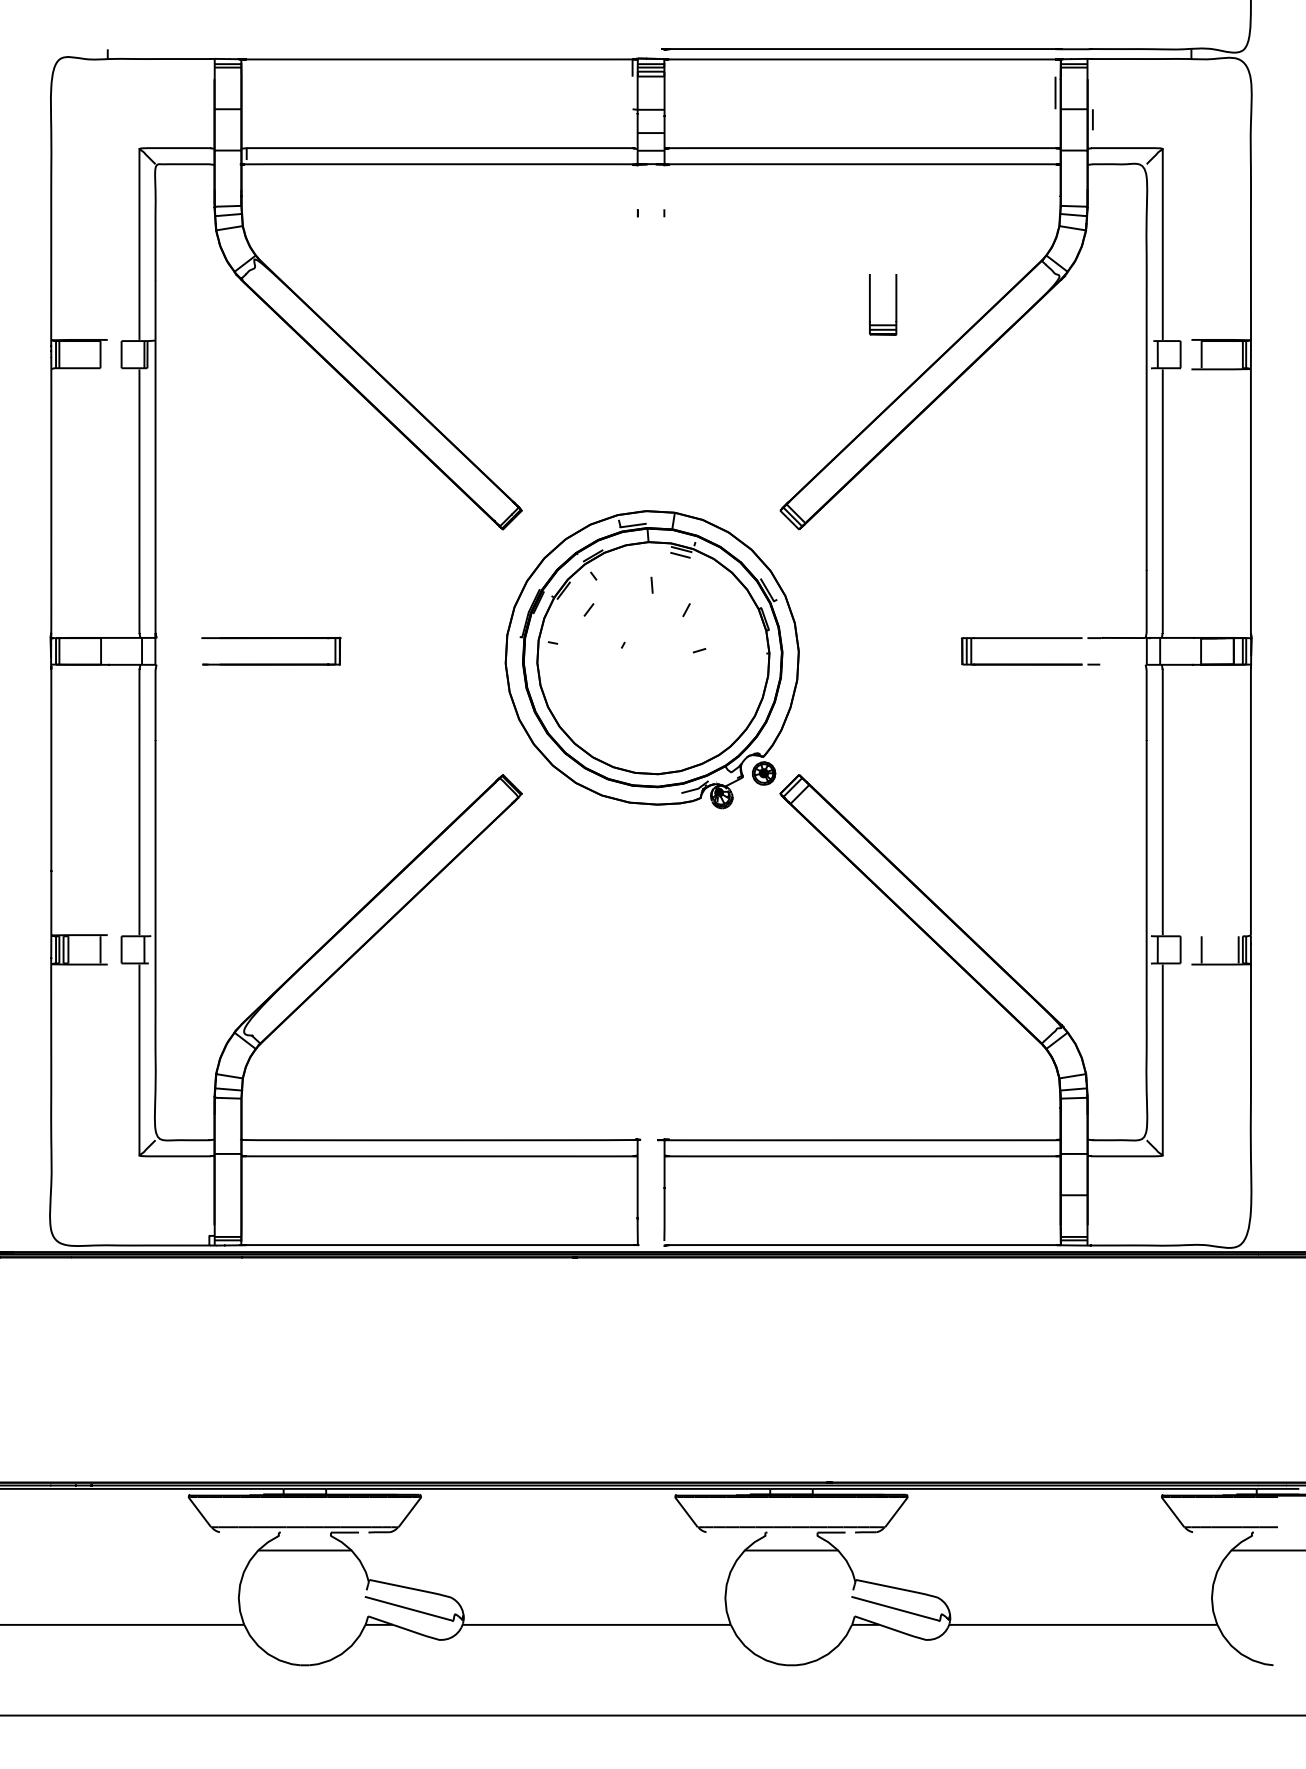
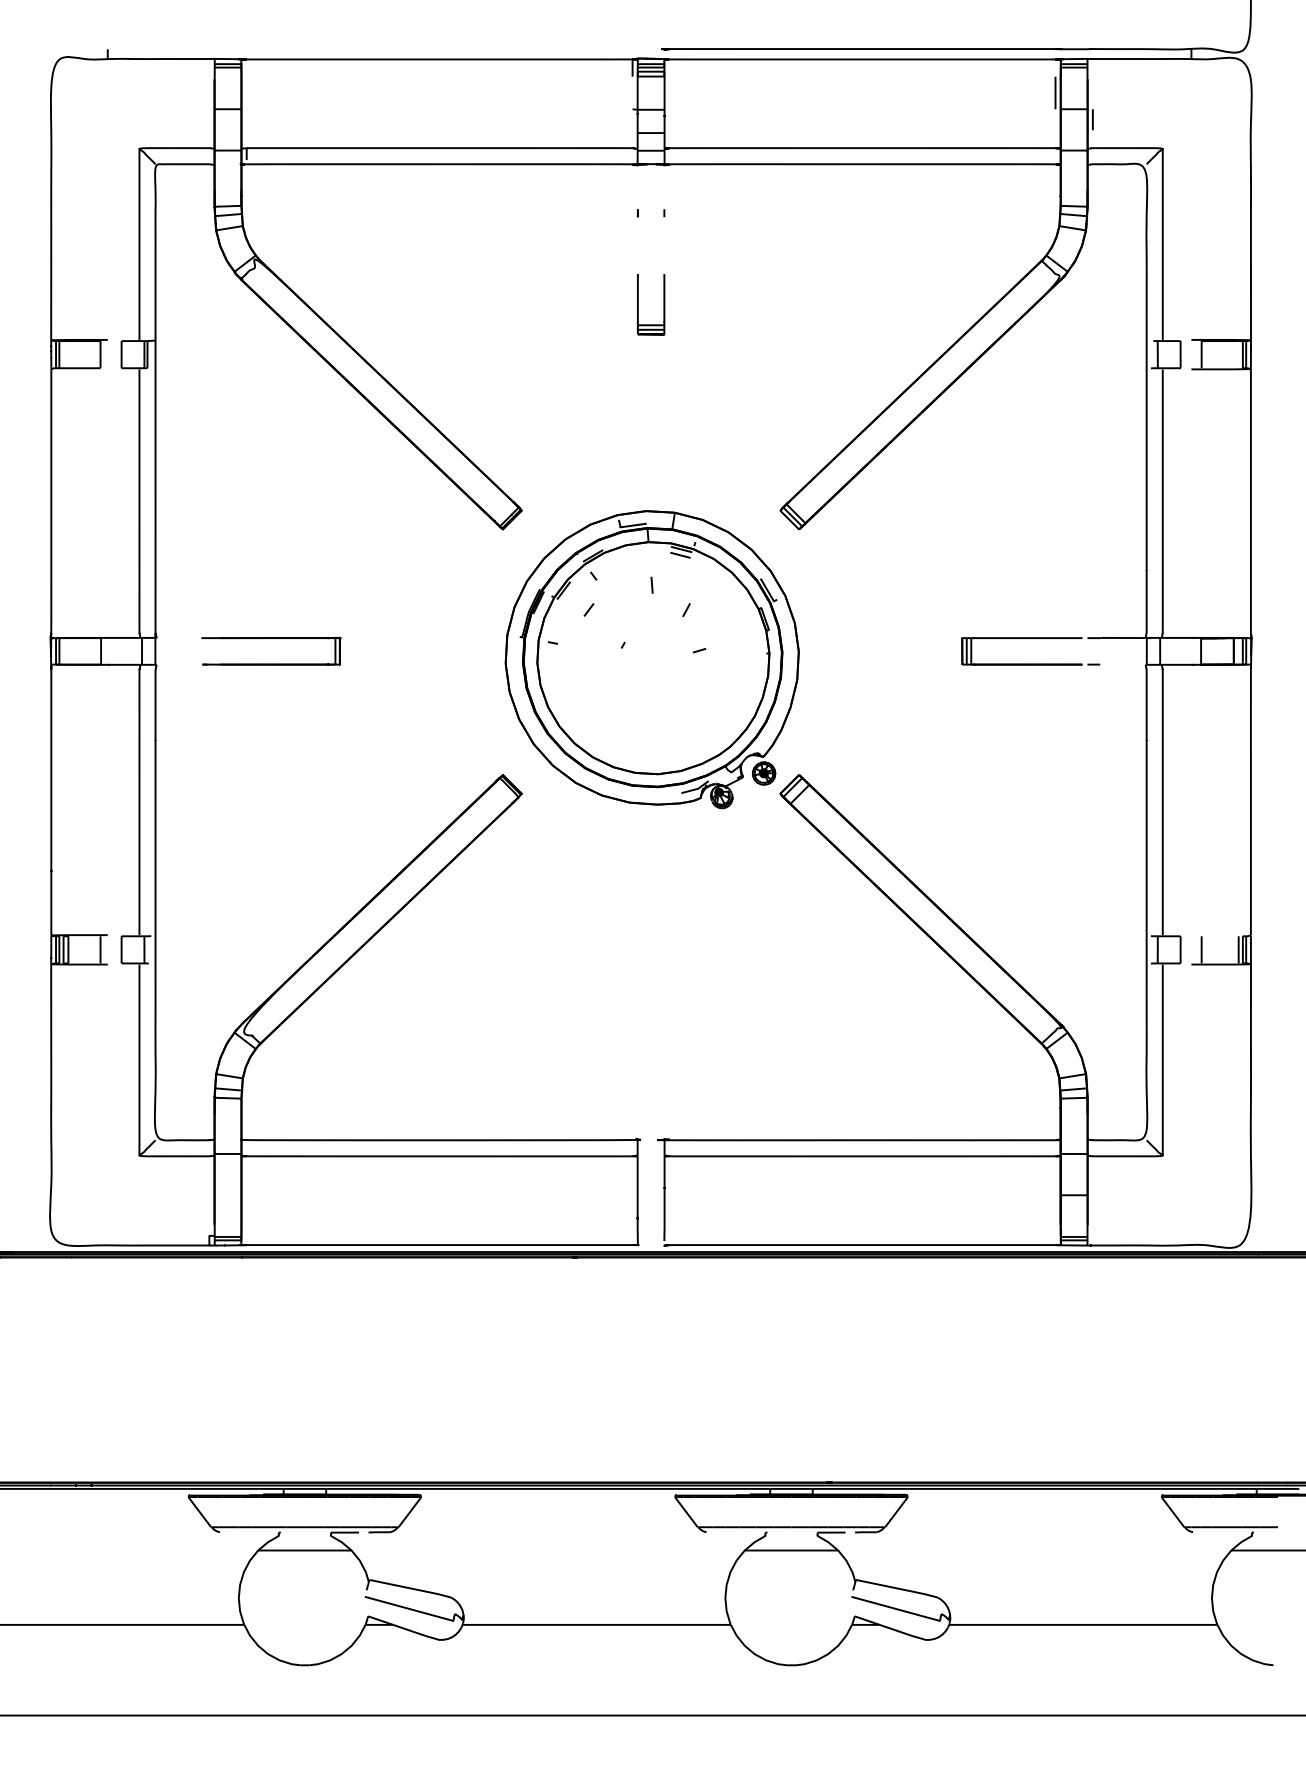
part at (870, 304) position: (870, 304) -> (638, 304)
